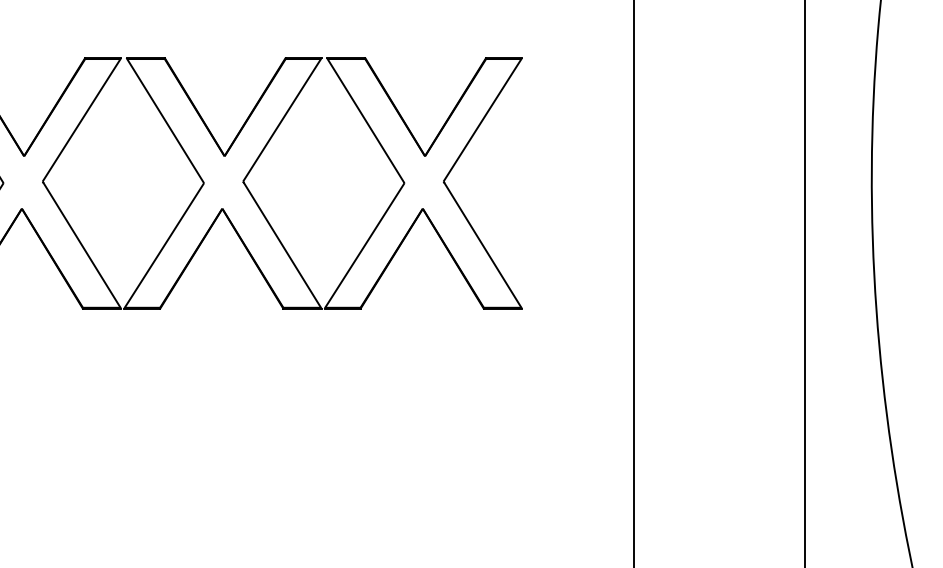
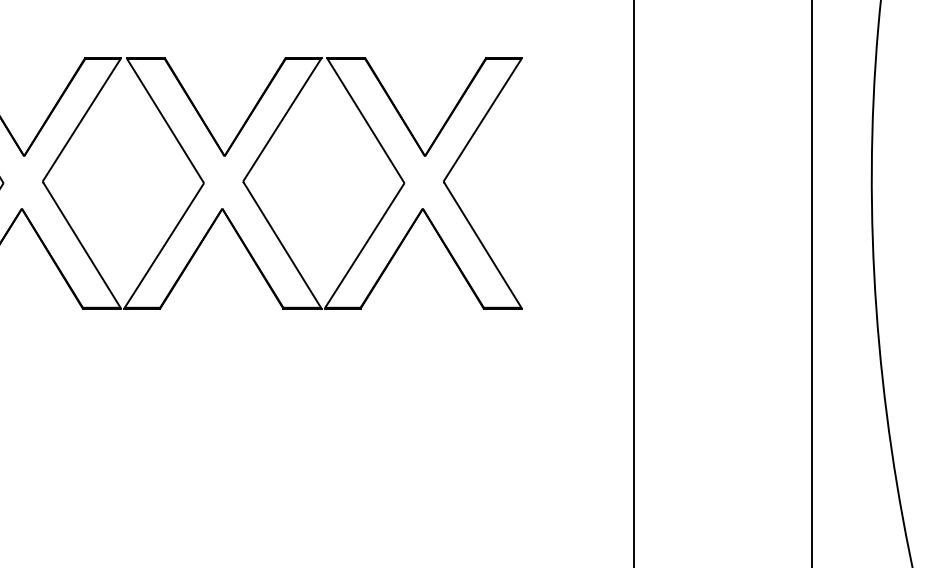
line at (804, 283) position: (804, 283) -> (811, 283)
